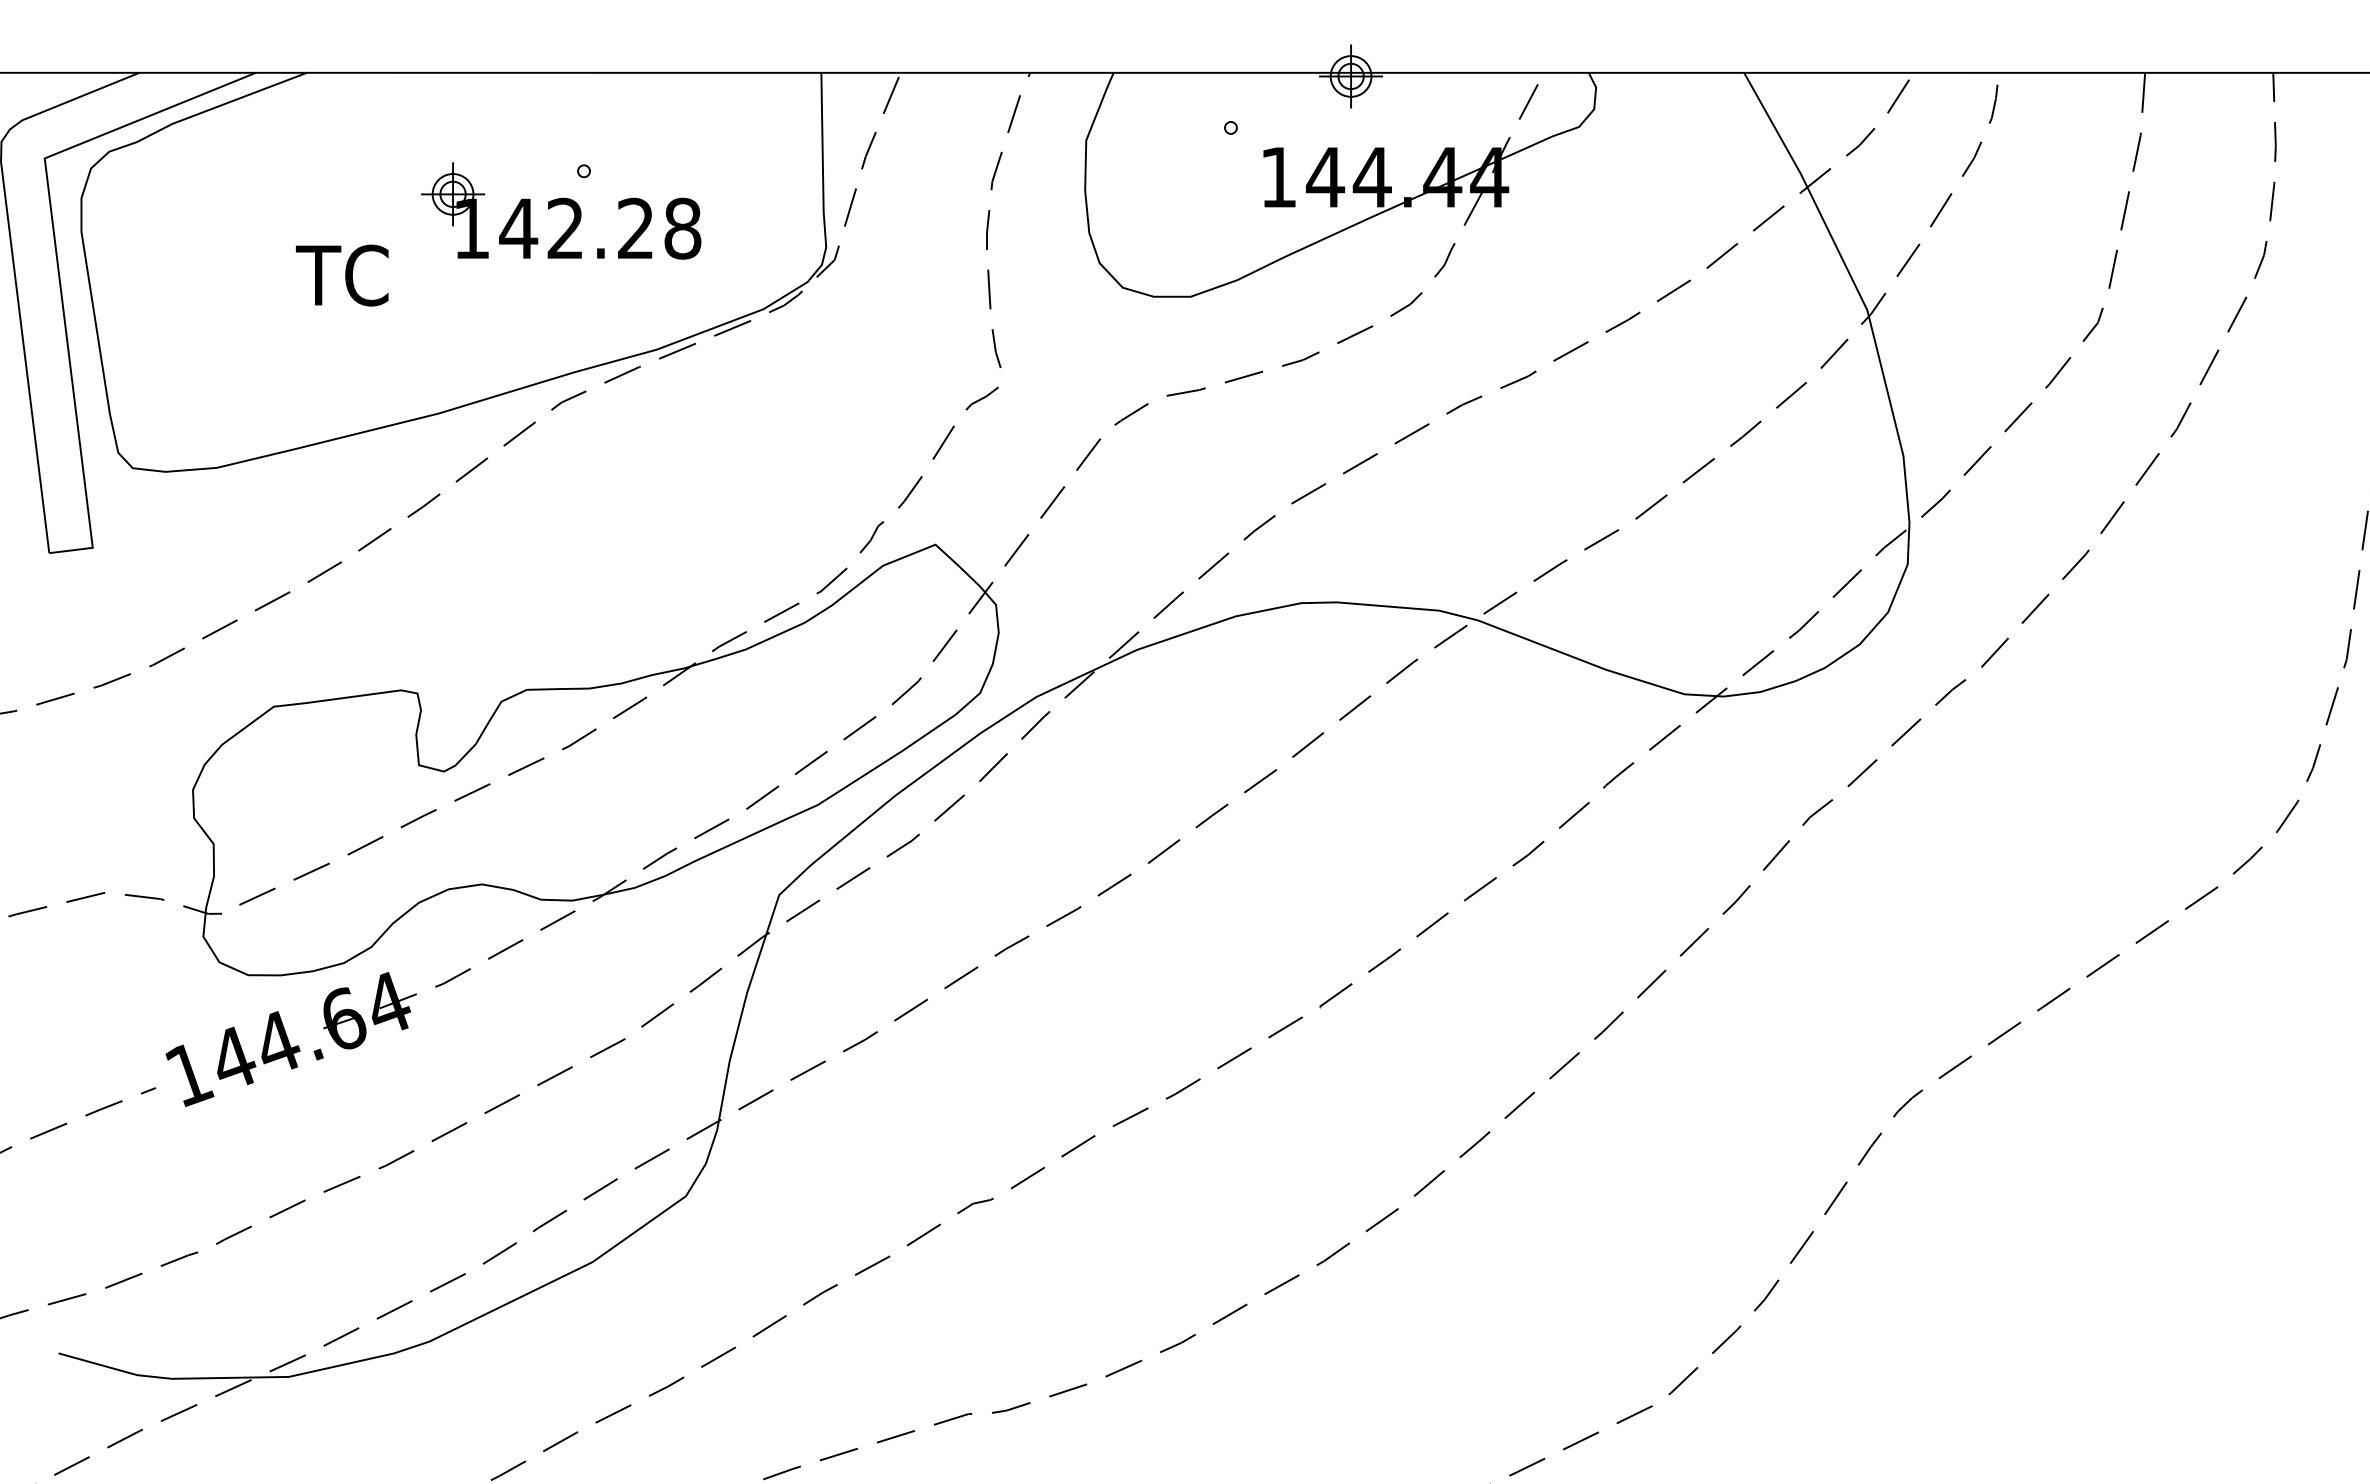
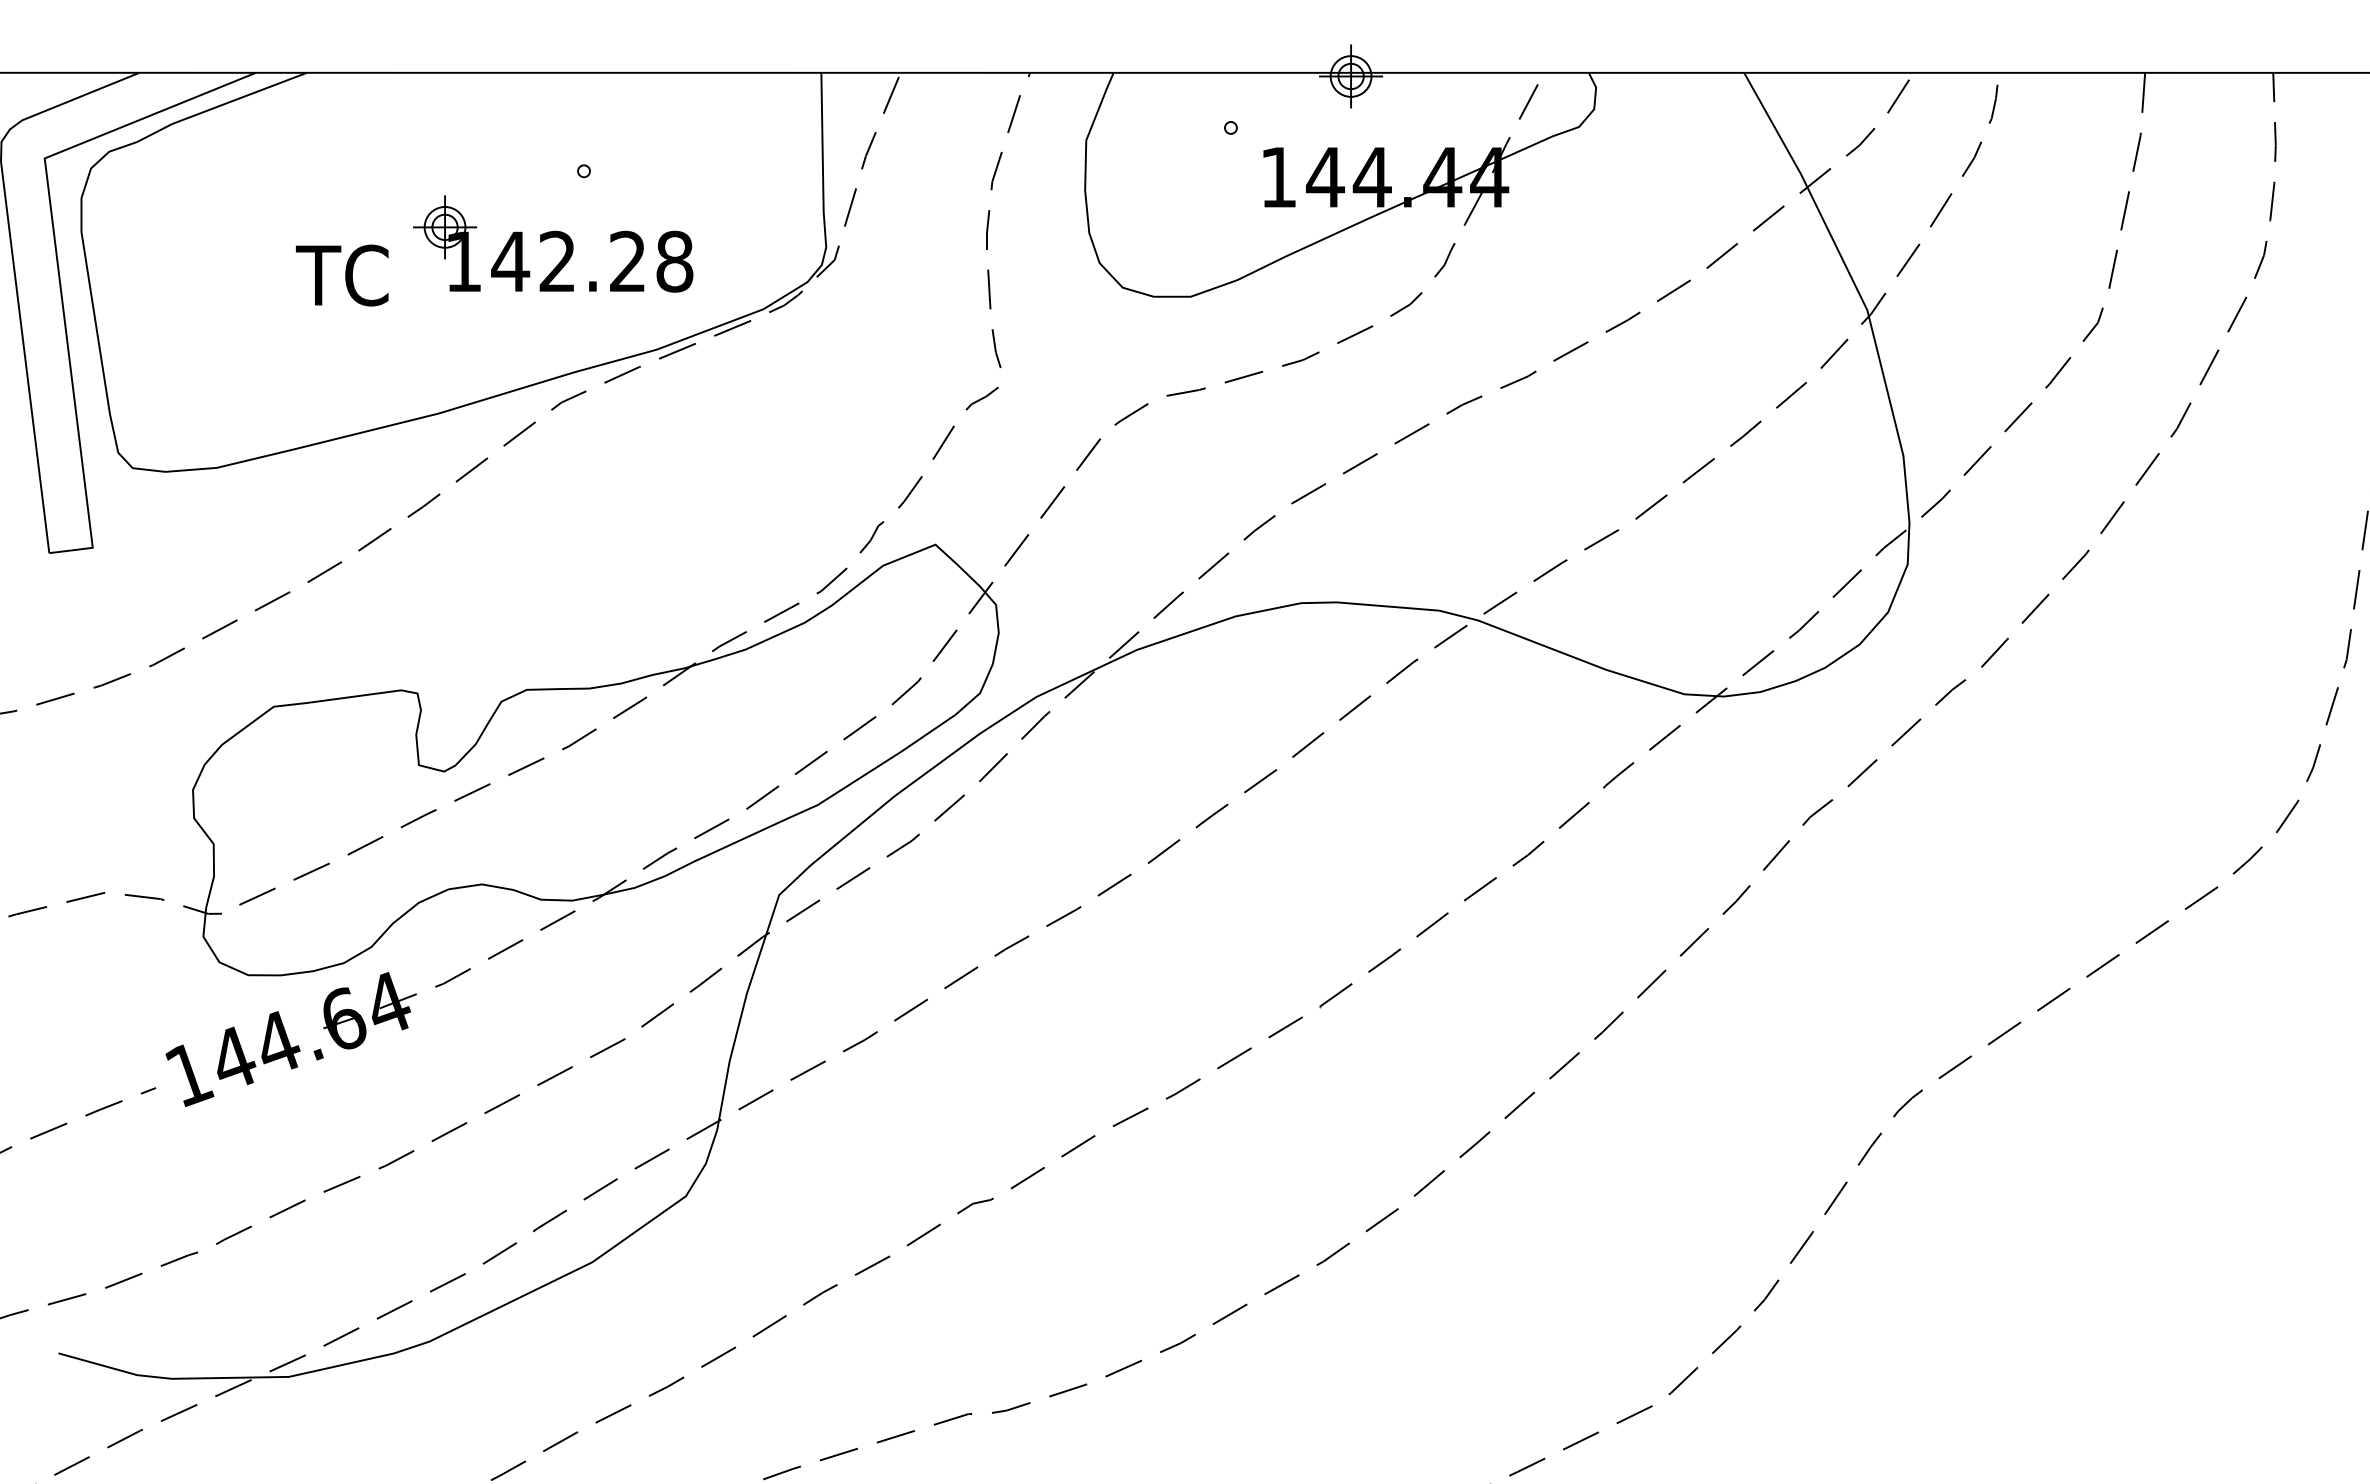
part at (561, 210) position: (561, 210) -> (553, 243)
